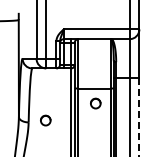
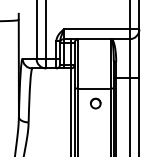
line at (139, 117): dashed -> solid
part at (45, 120): present -> none
